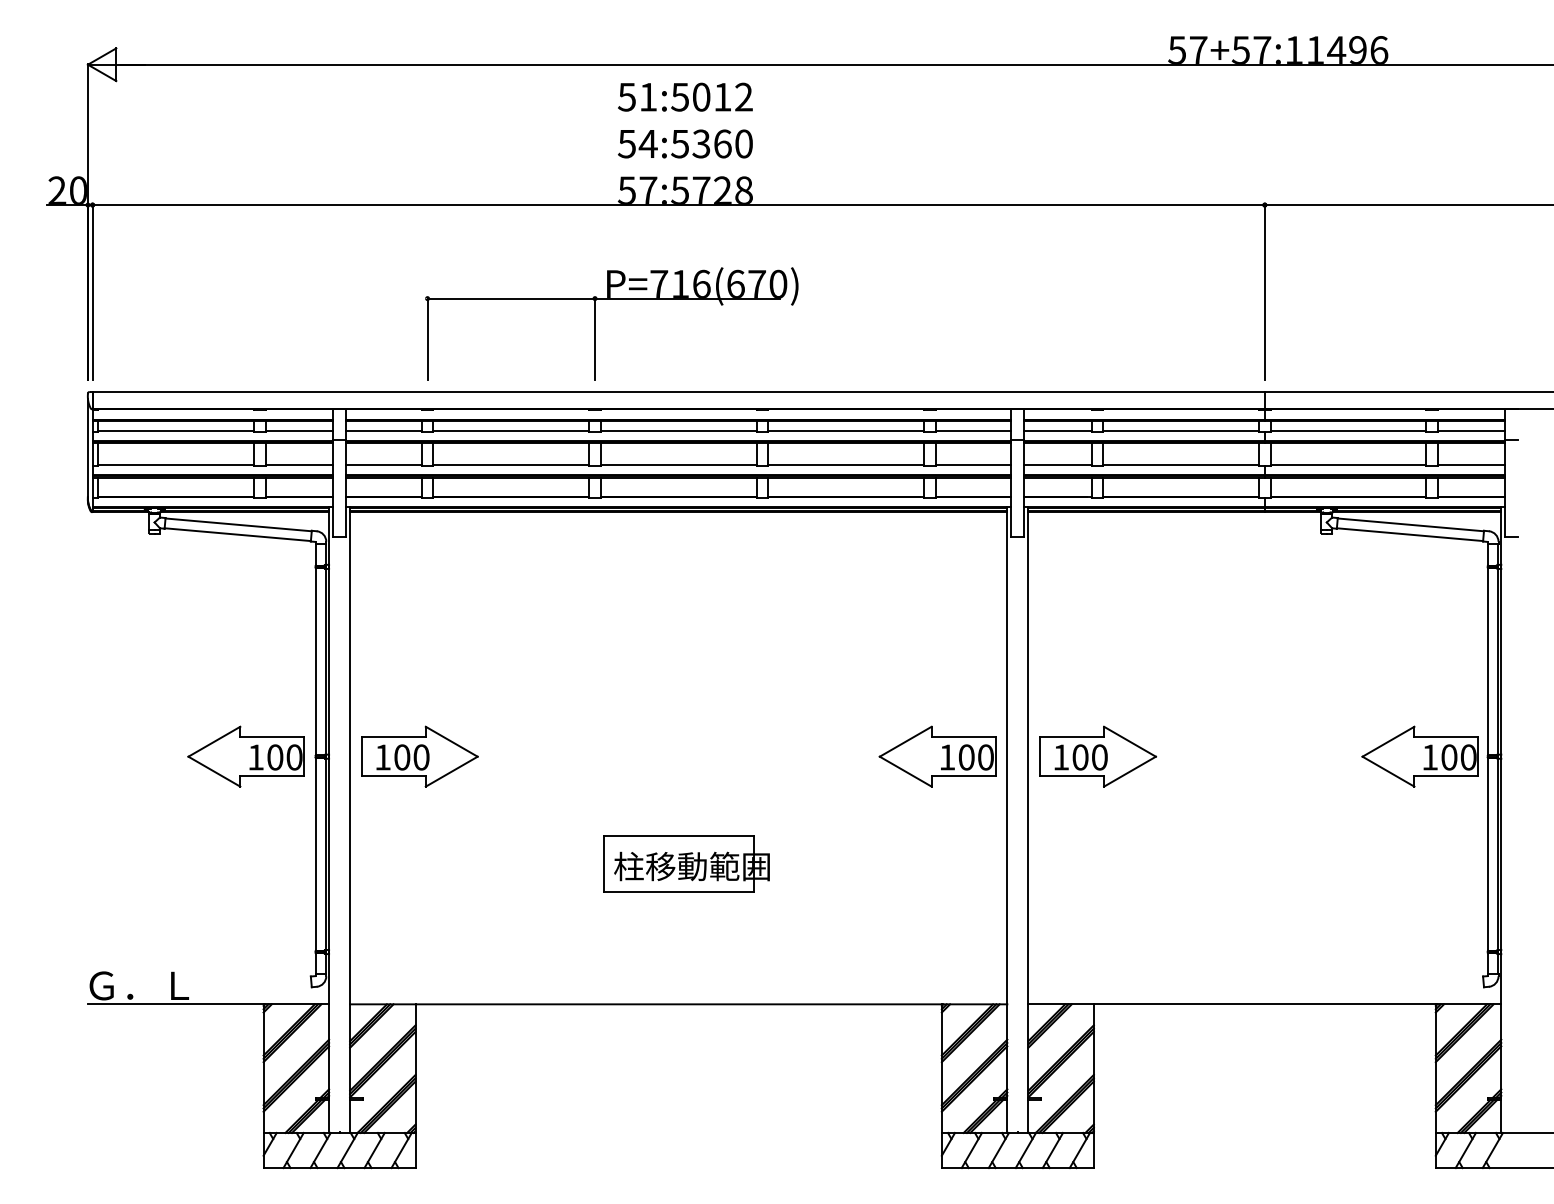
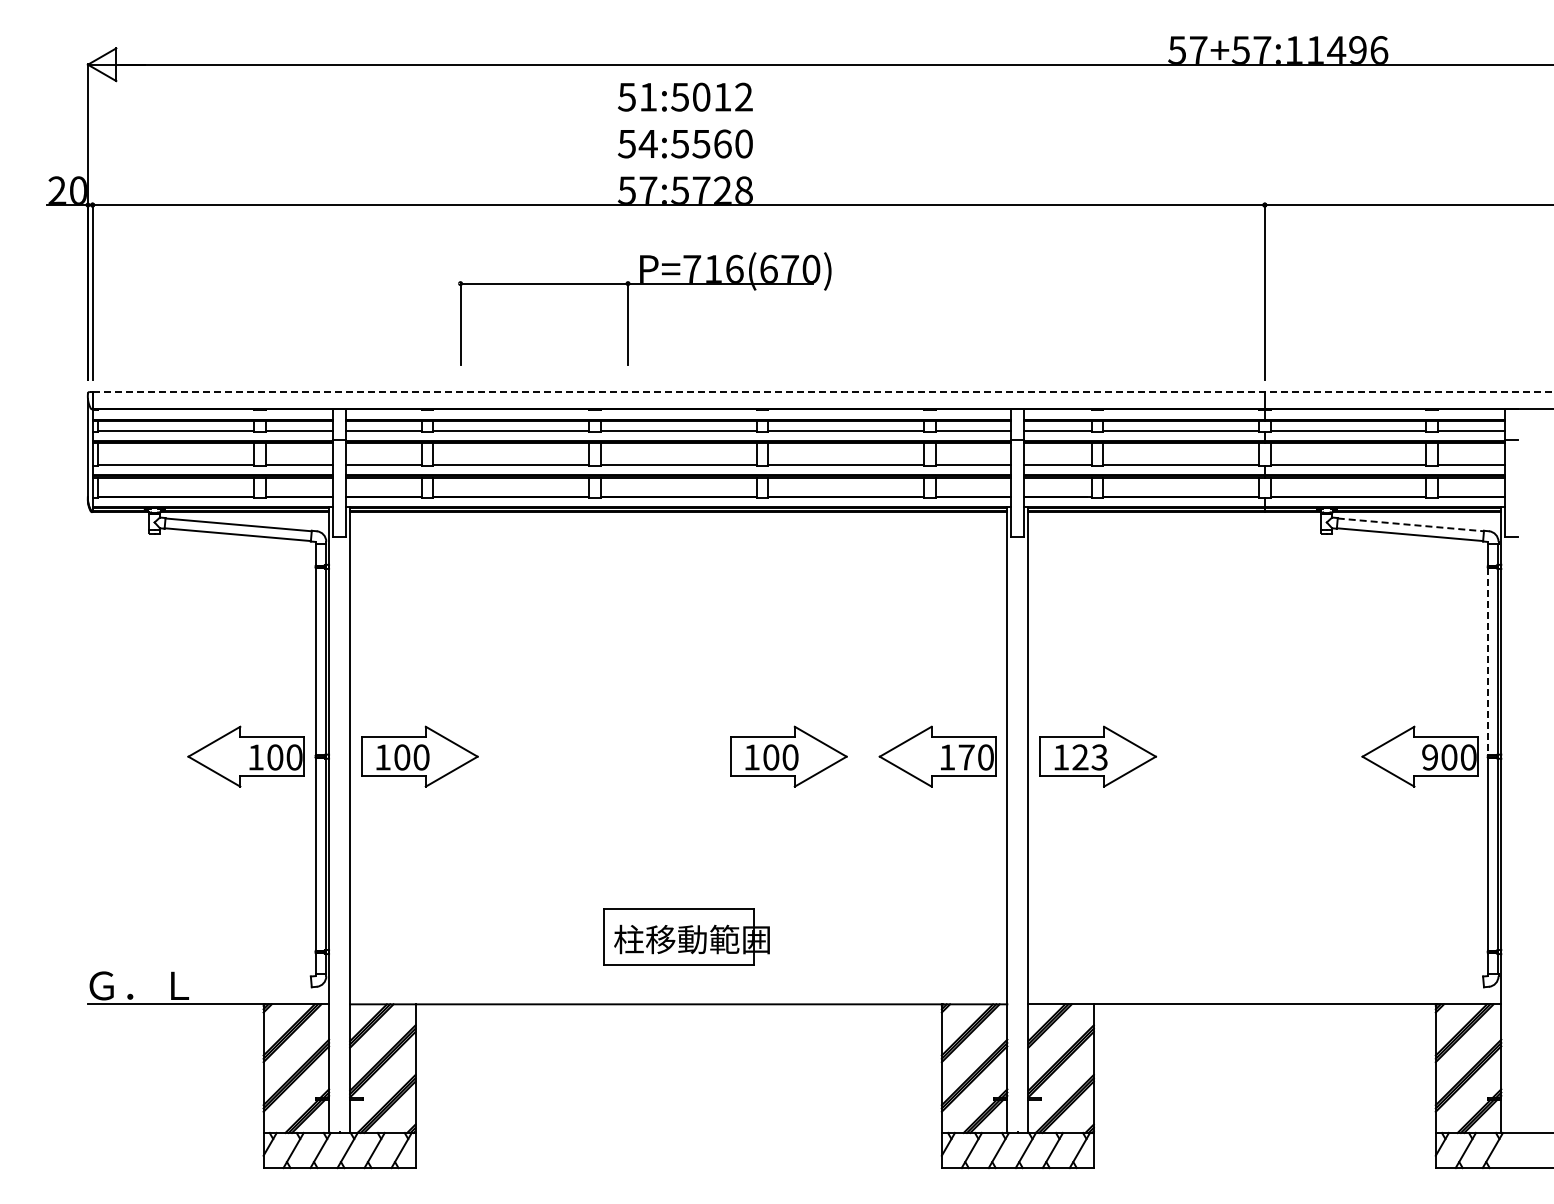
text at (701, 143): 54:5360 -> 54:5560
part at (595, 323) position: (595, 323) -> (628, 308)
line at (823, 392): solid -> dashed
line at (1411, 524): solid -> dashed
line at (1488, 661): solid -> dashed
part at (788, 756): none -> present
text at (966, 757): 100 -> 170
text at (1089, 757): 100 -> 123
text at (1429, 757): 100 -> 900
part at (686, 863) position: (686, 863) -> (686, 936)
